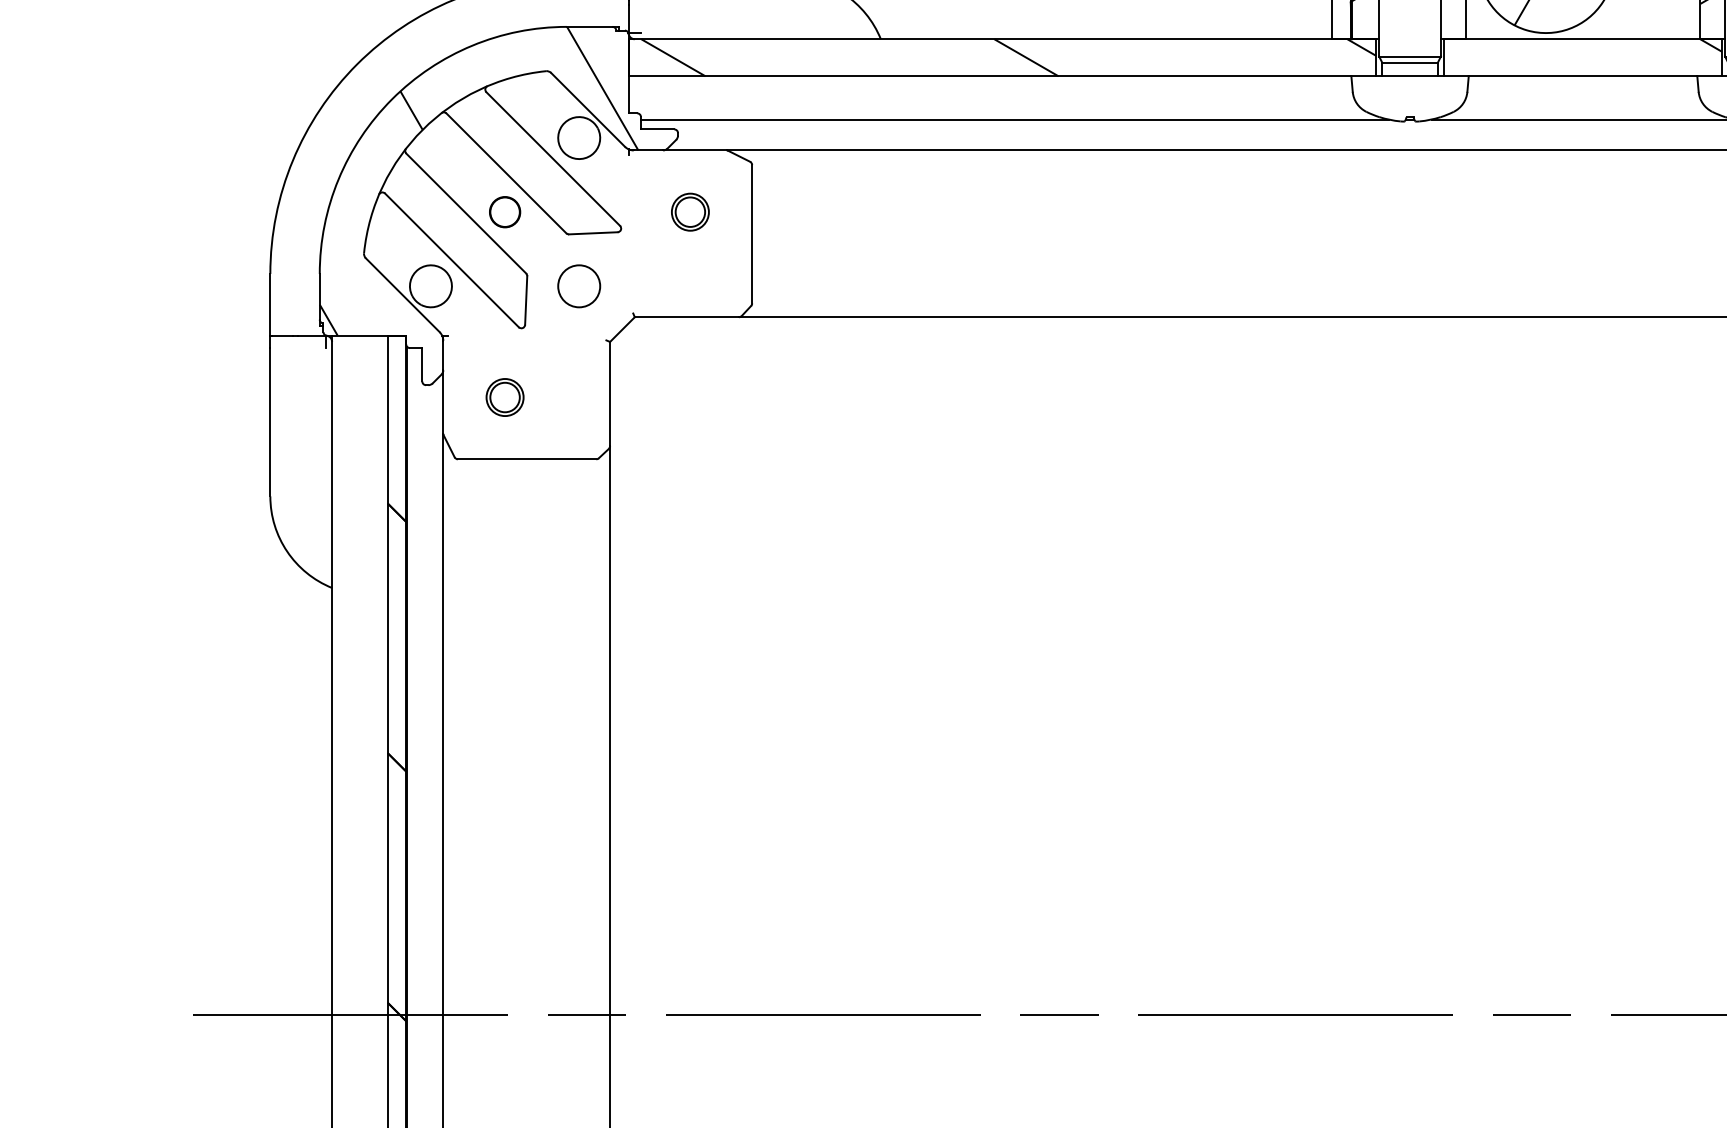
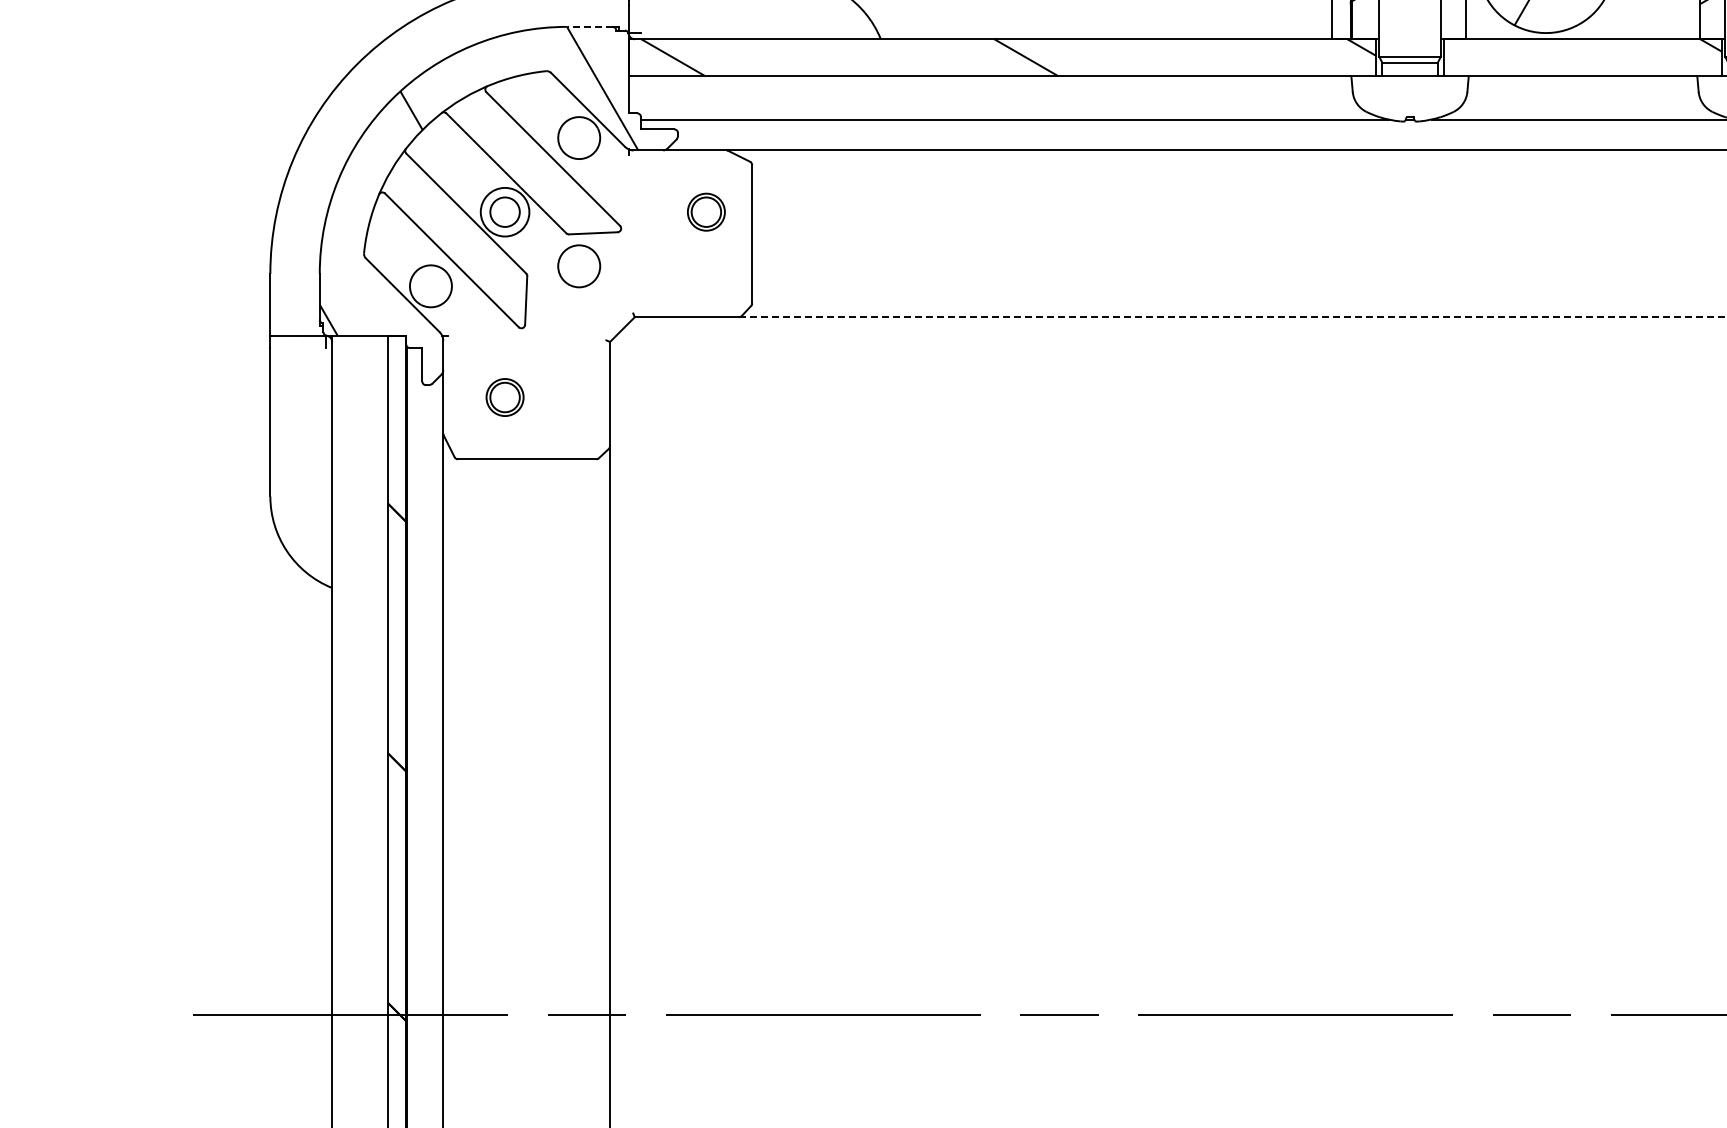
line at (589, 26): solid -> dashed
part at (690, 211) position: (690, 211) -> (706, 211)
circle at (504, 212) diameter: 30 px -> 49 px
circle at (579, 286) position: (579, 286) -> (579, 266)
line at (1232, 317): solid -> dashed
